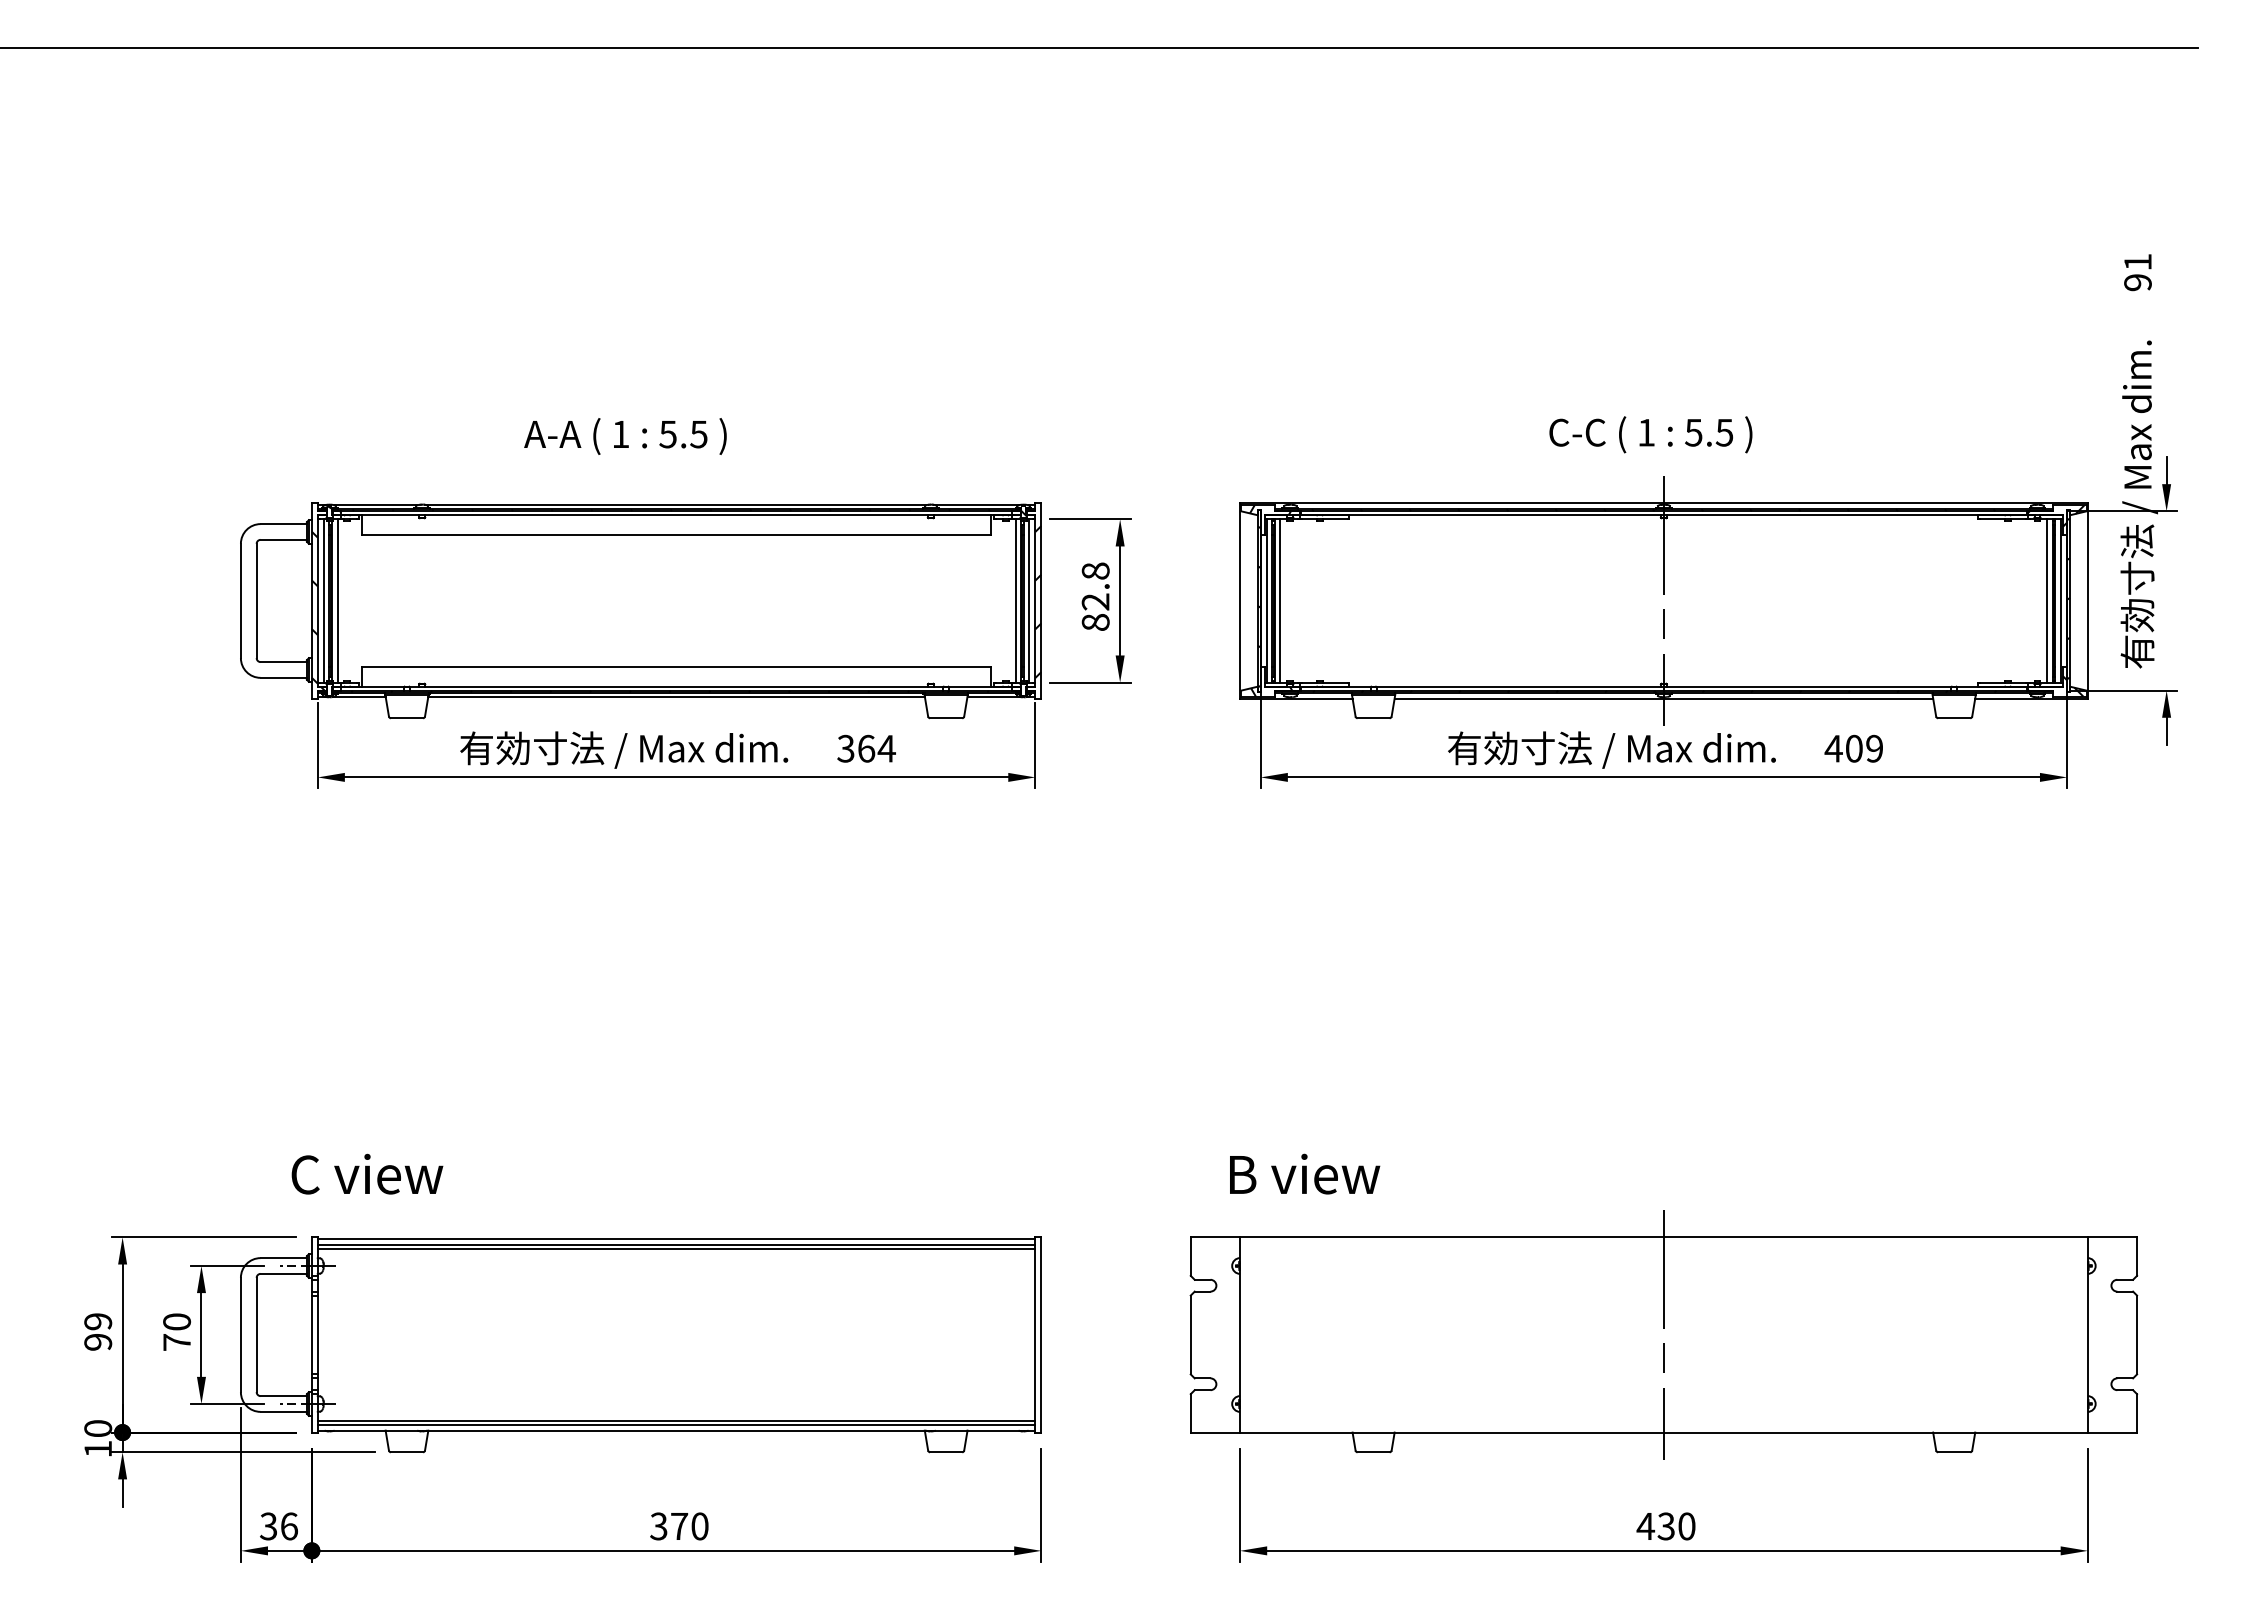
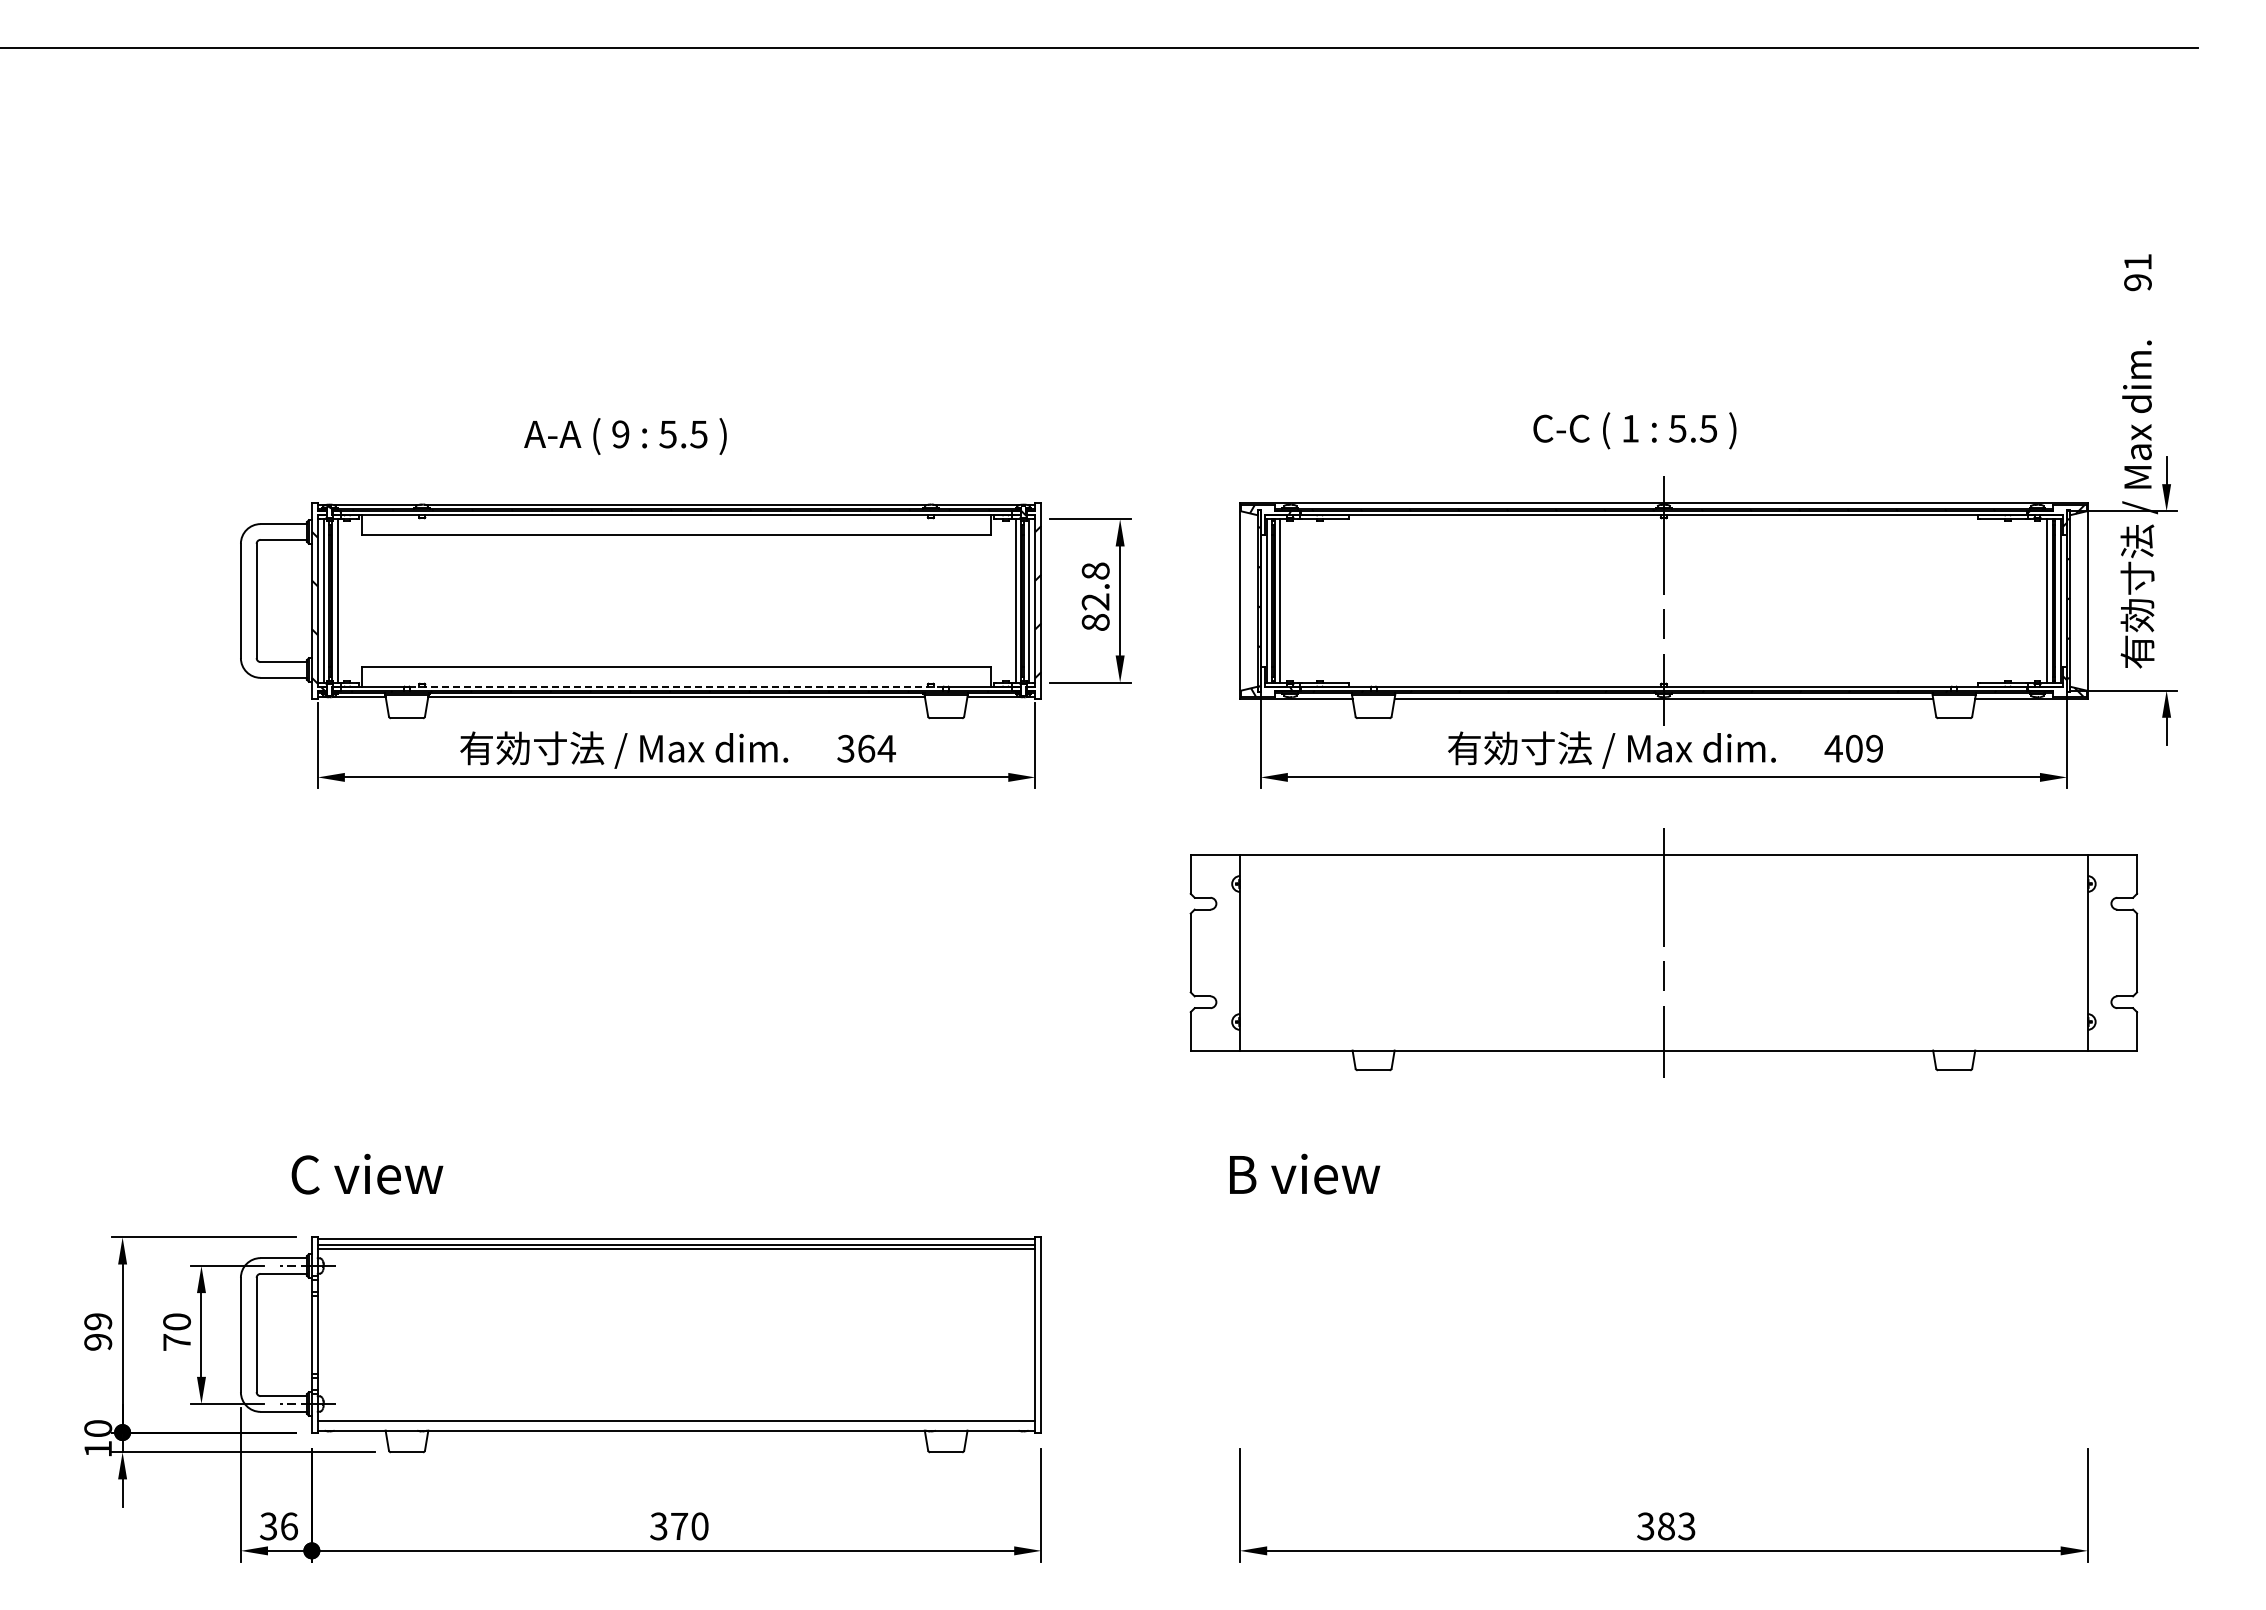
text at (620, 434): 1 -> 9
text at (1650, 434) position: (1650, 434) -> (1634, 430)
line at (677, 686): solid -> dashed
part at (1663, 1334) position: (1663, 1334) -> (1663, 952)
line at (676, 1424): present -> none
text at (1665, 1526): 430 -> 383
